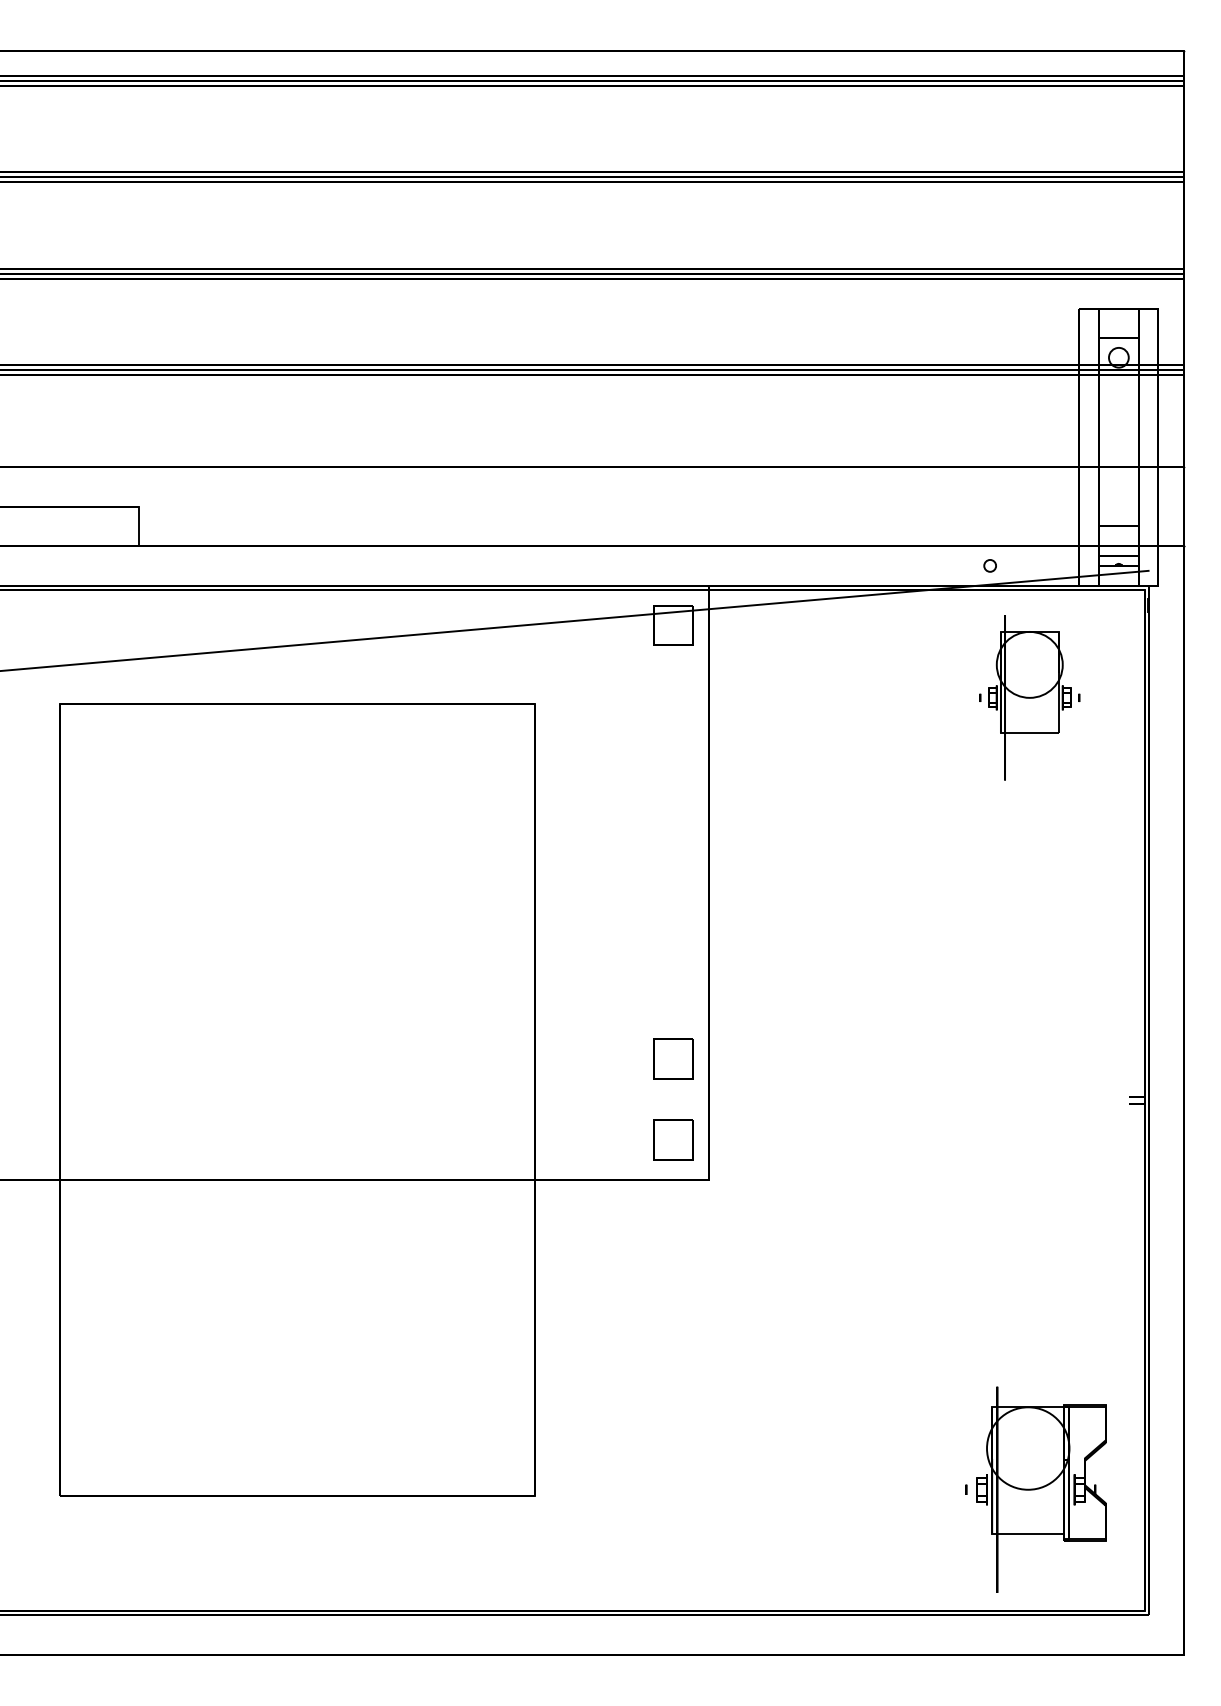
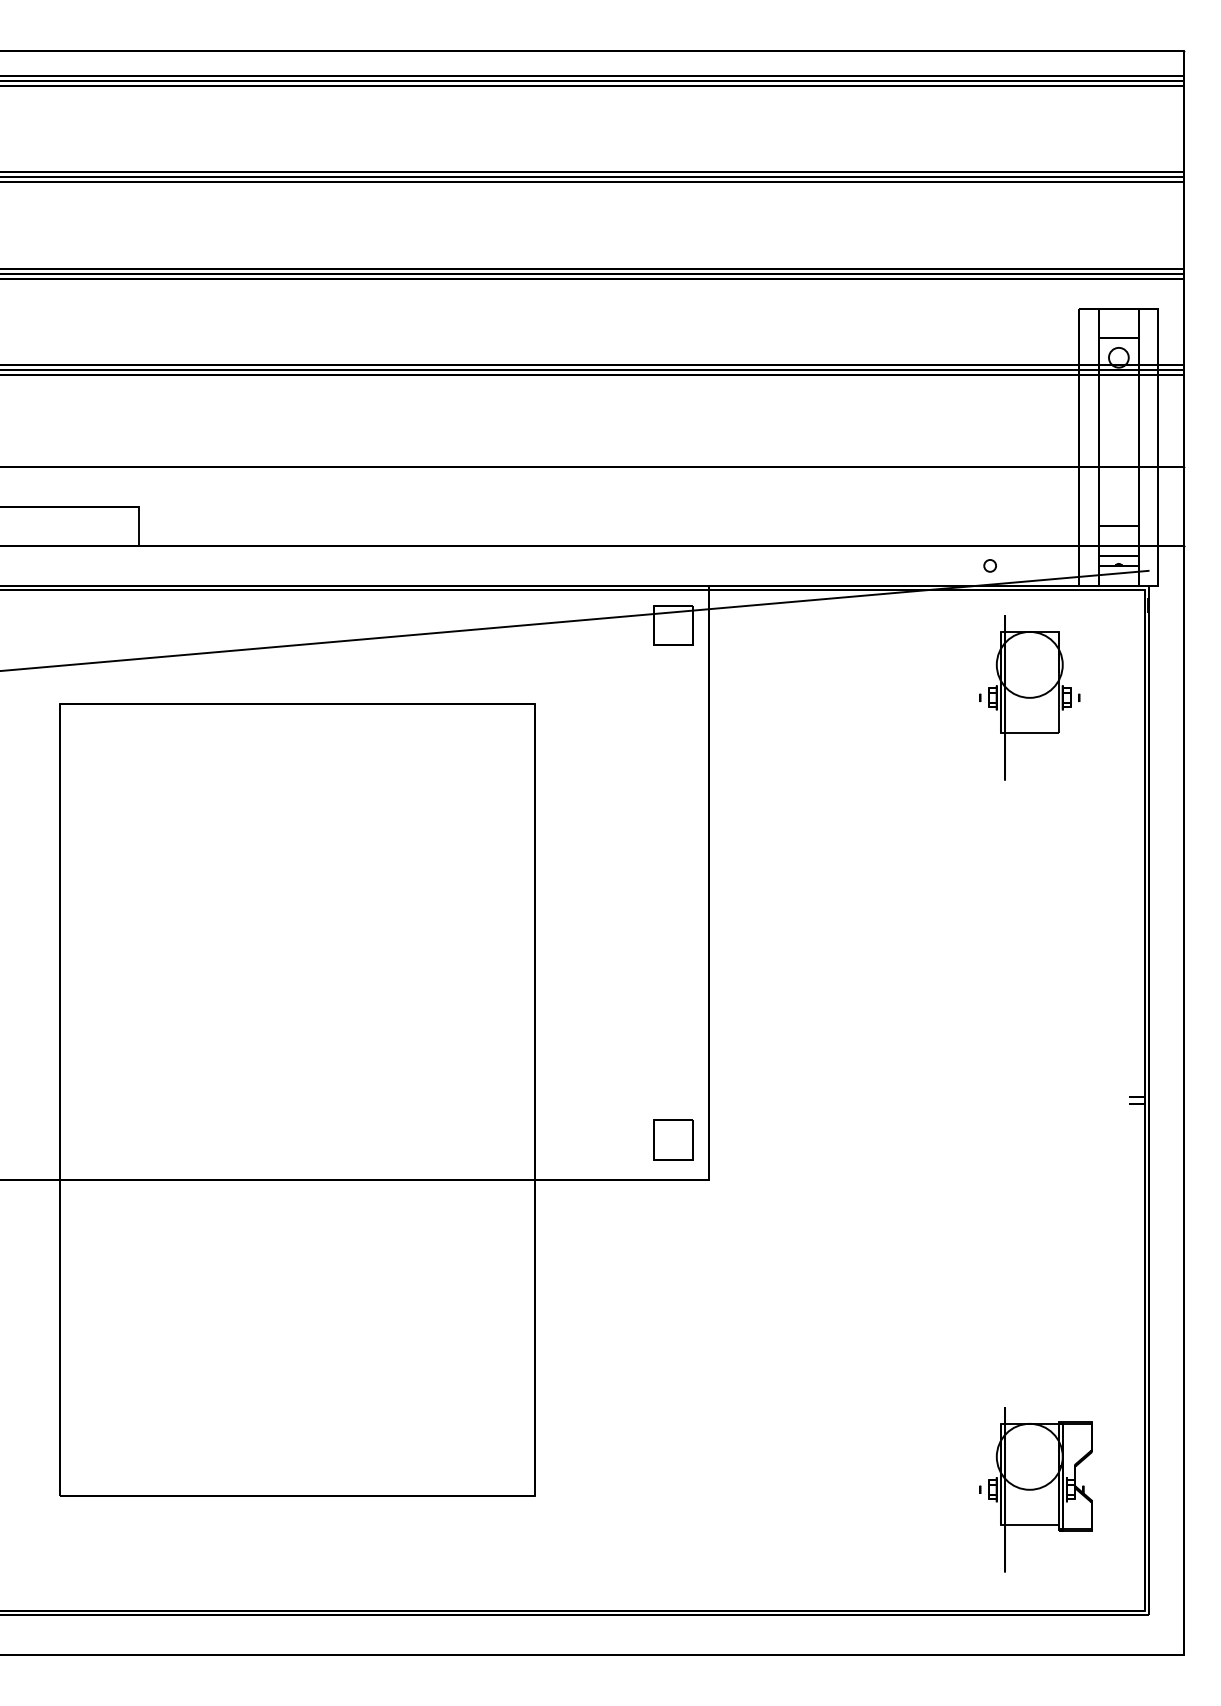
part at (673, 1058): present -> none
part at (1035, 1489) size: 142x207 px -> 114x166 px
